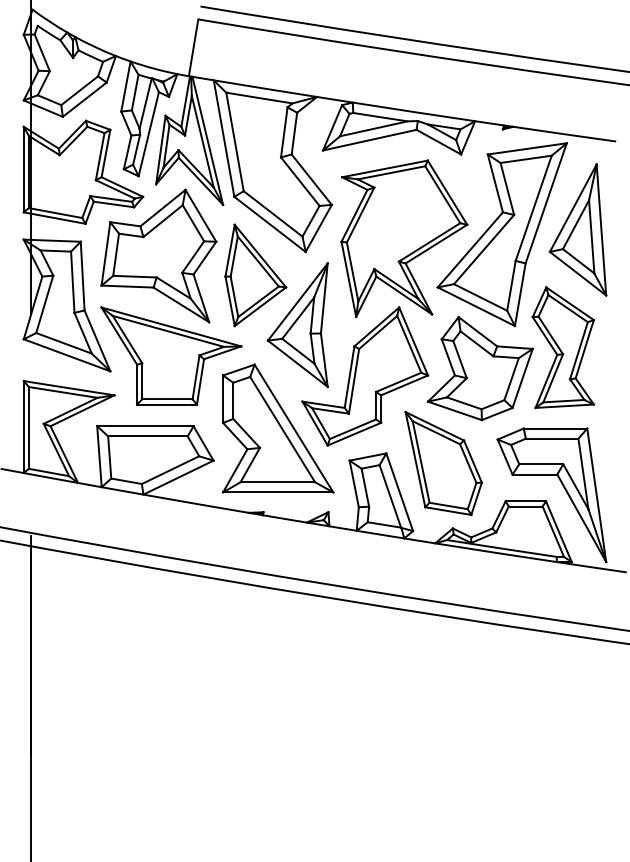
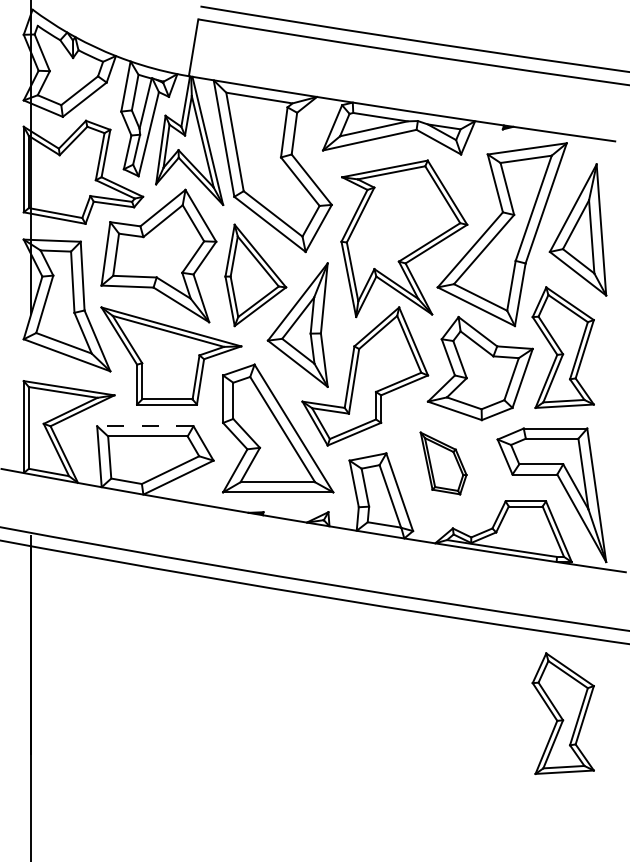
line at (144, 426): solid -> dashed
part at (443, 463) size: 79x105 px -> 49x65 px
part at (562, 713): none -> present
